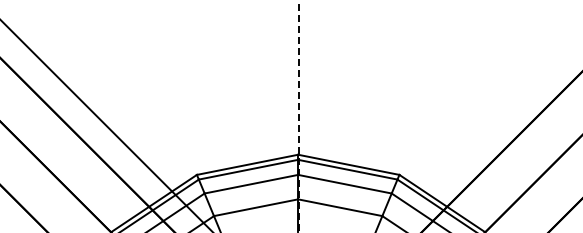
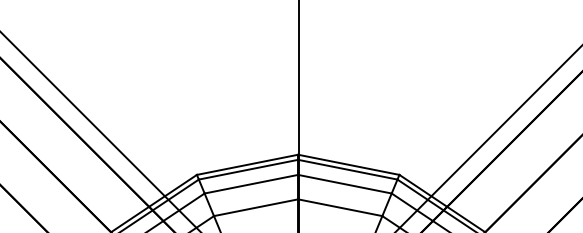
line at (299, 116): dashed -> solid
line at (106, 125) position: (106, 125) -> (100, 131)
line at (488, 138): none -> present
